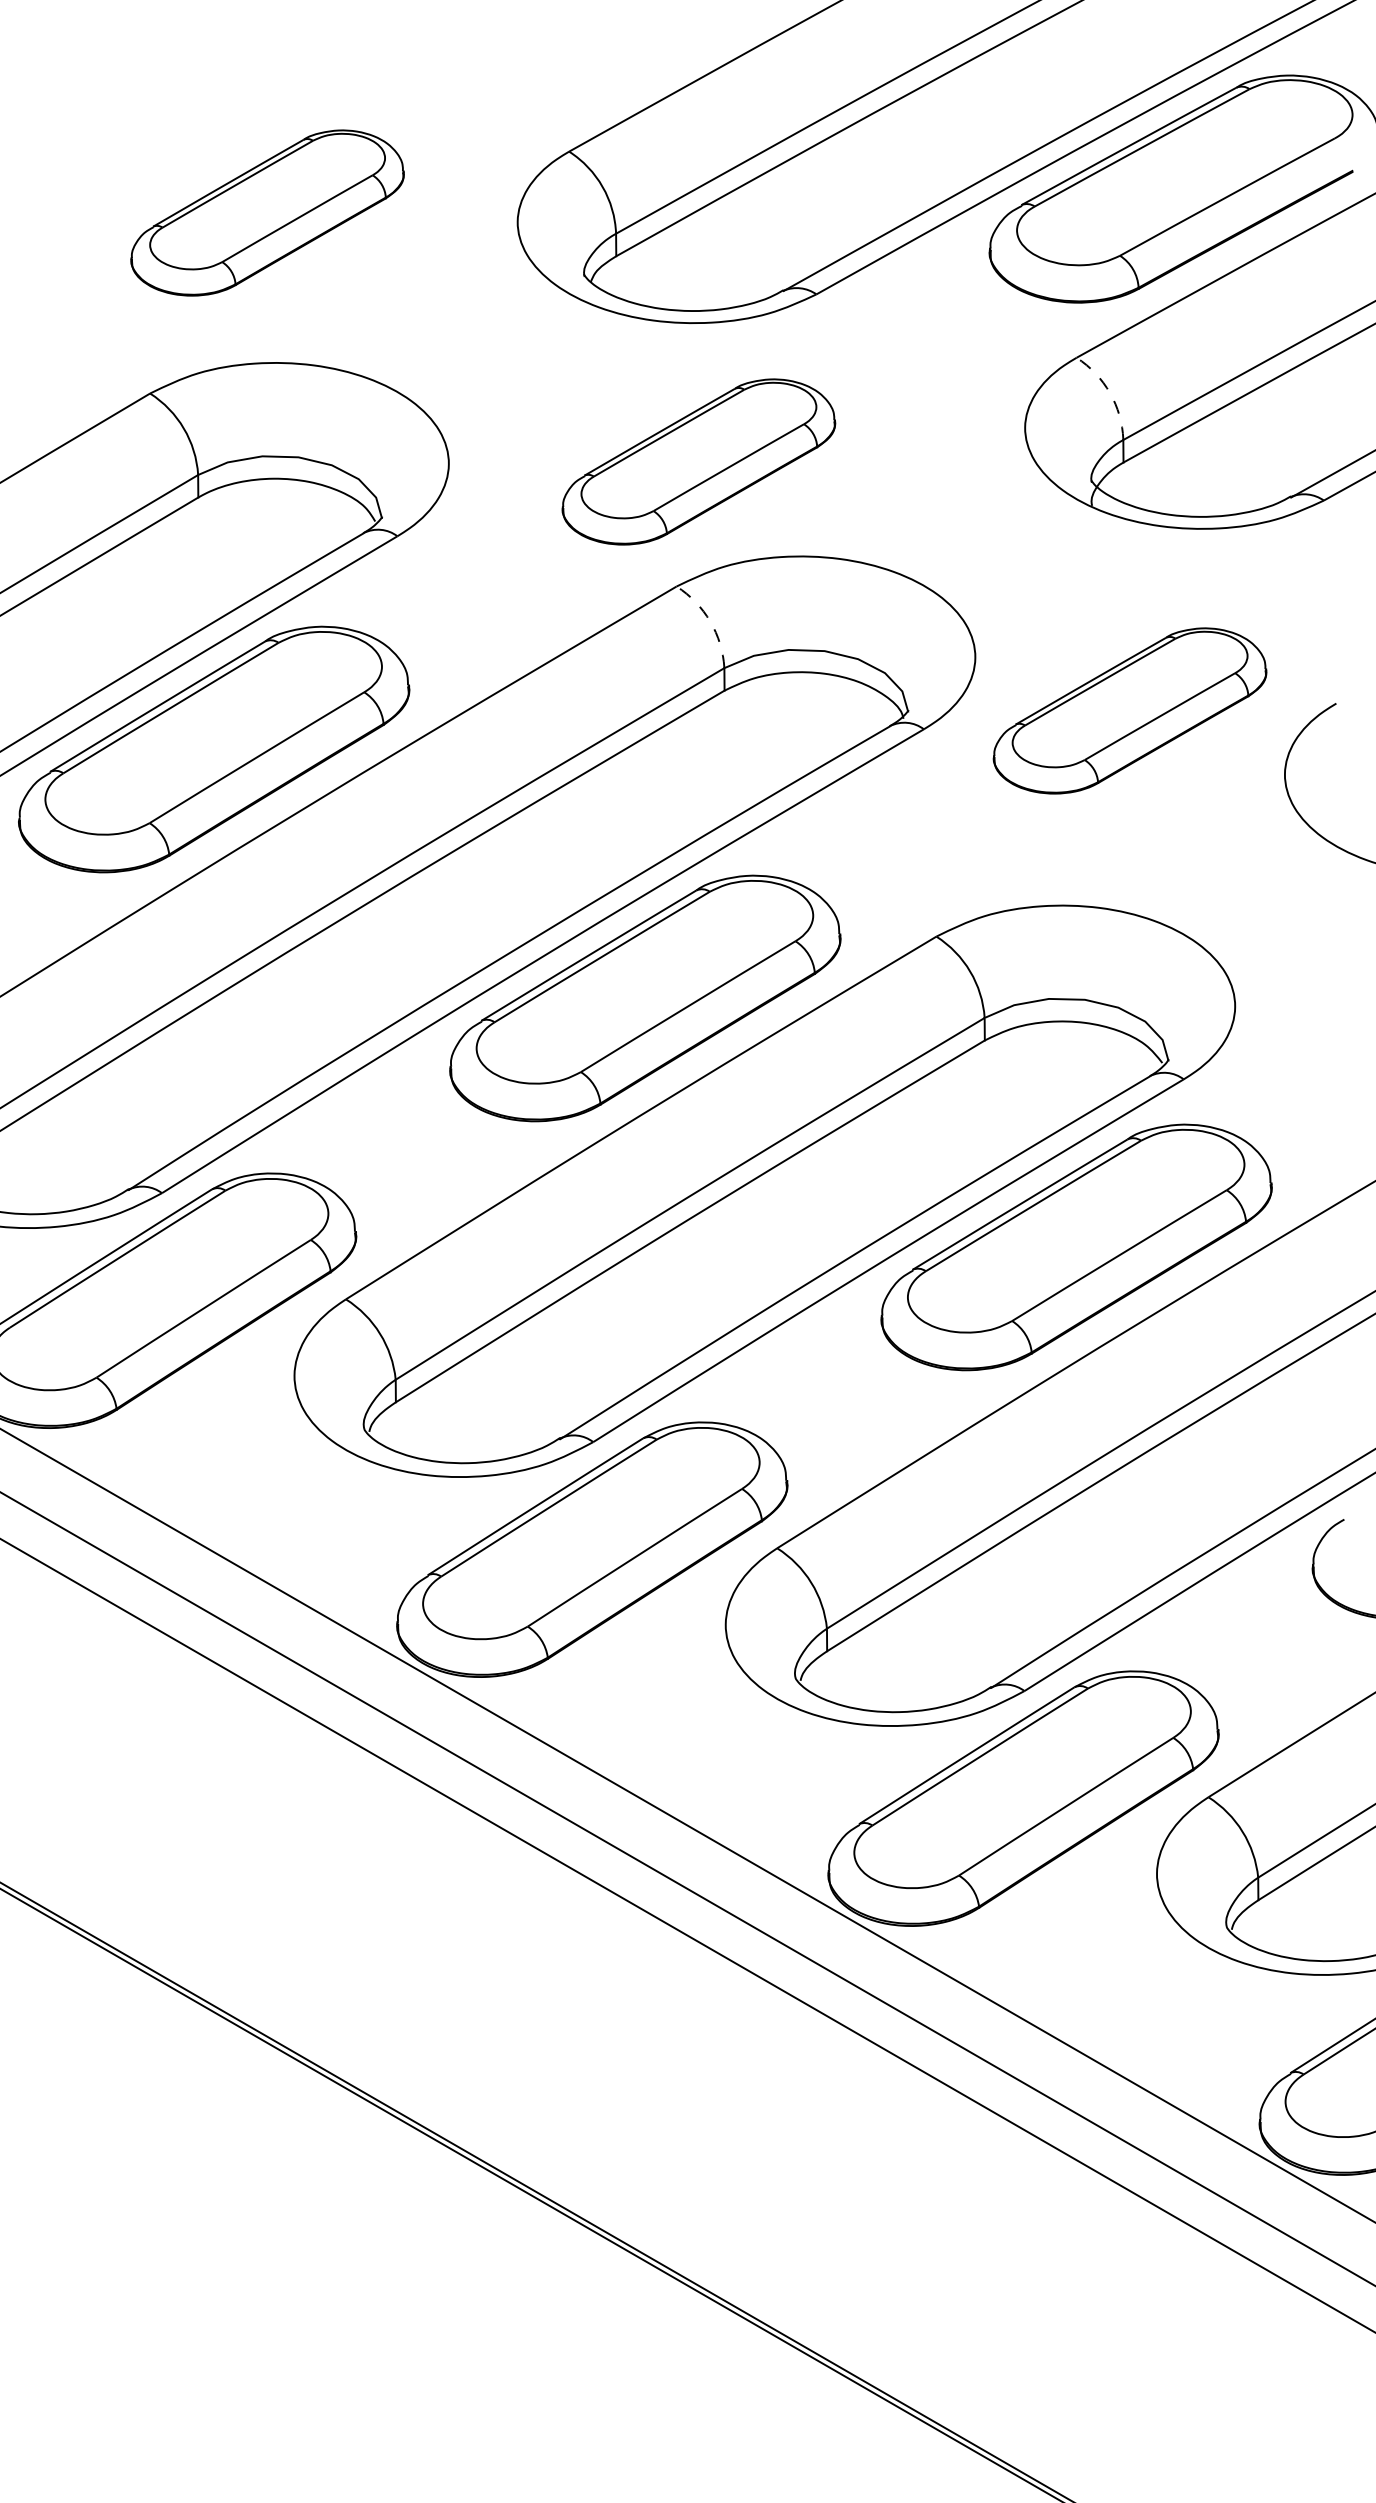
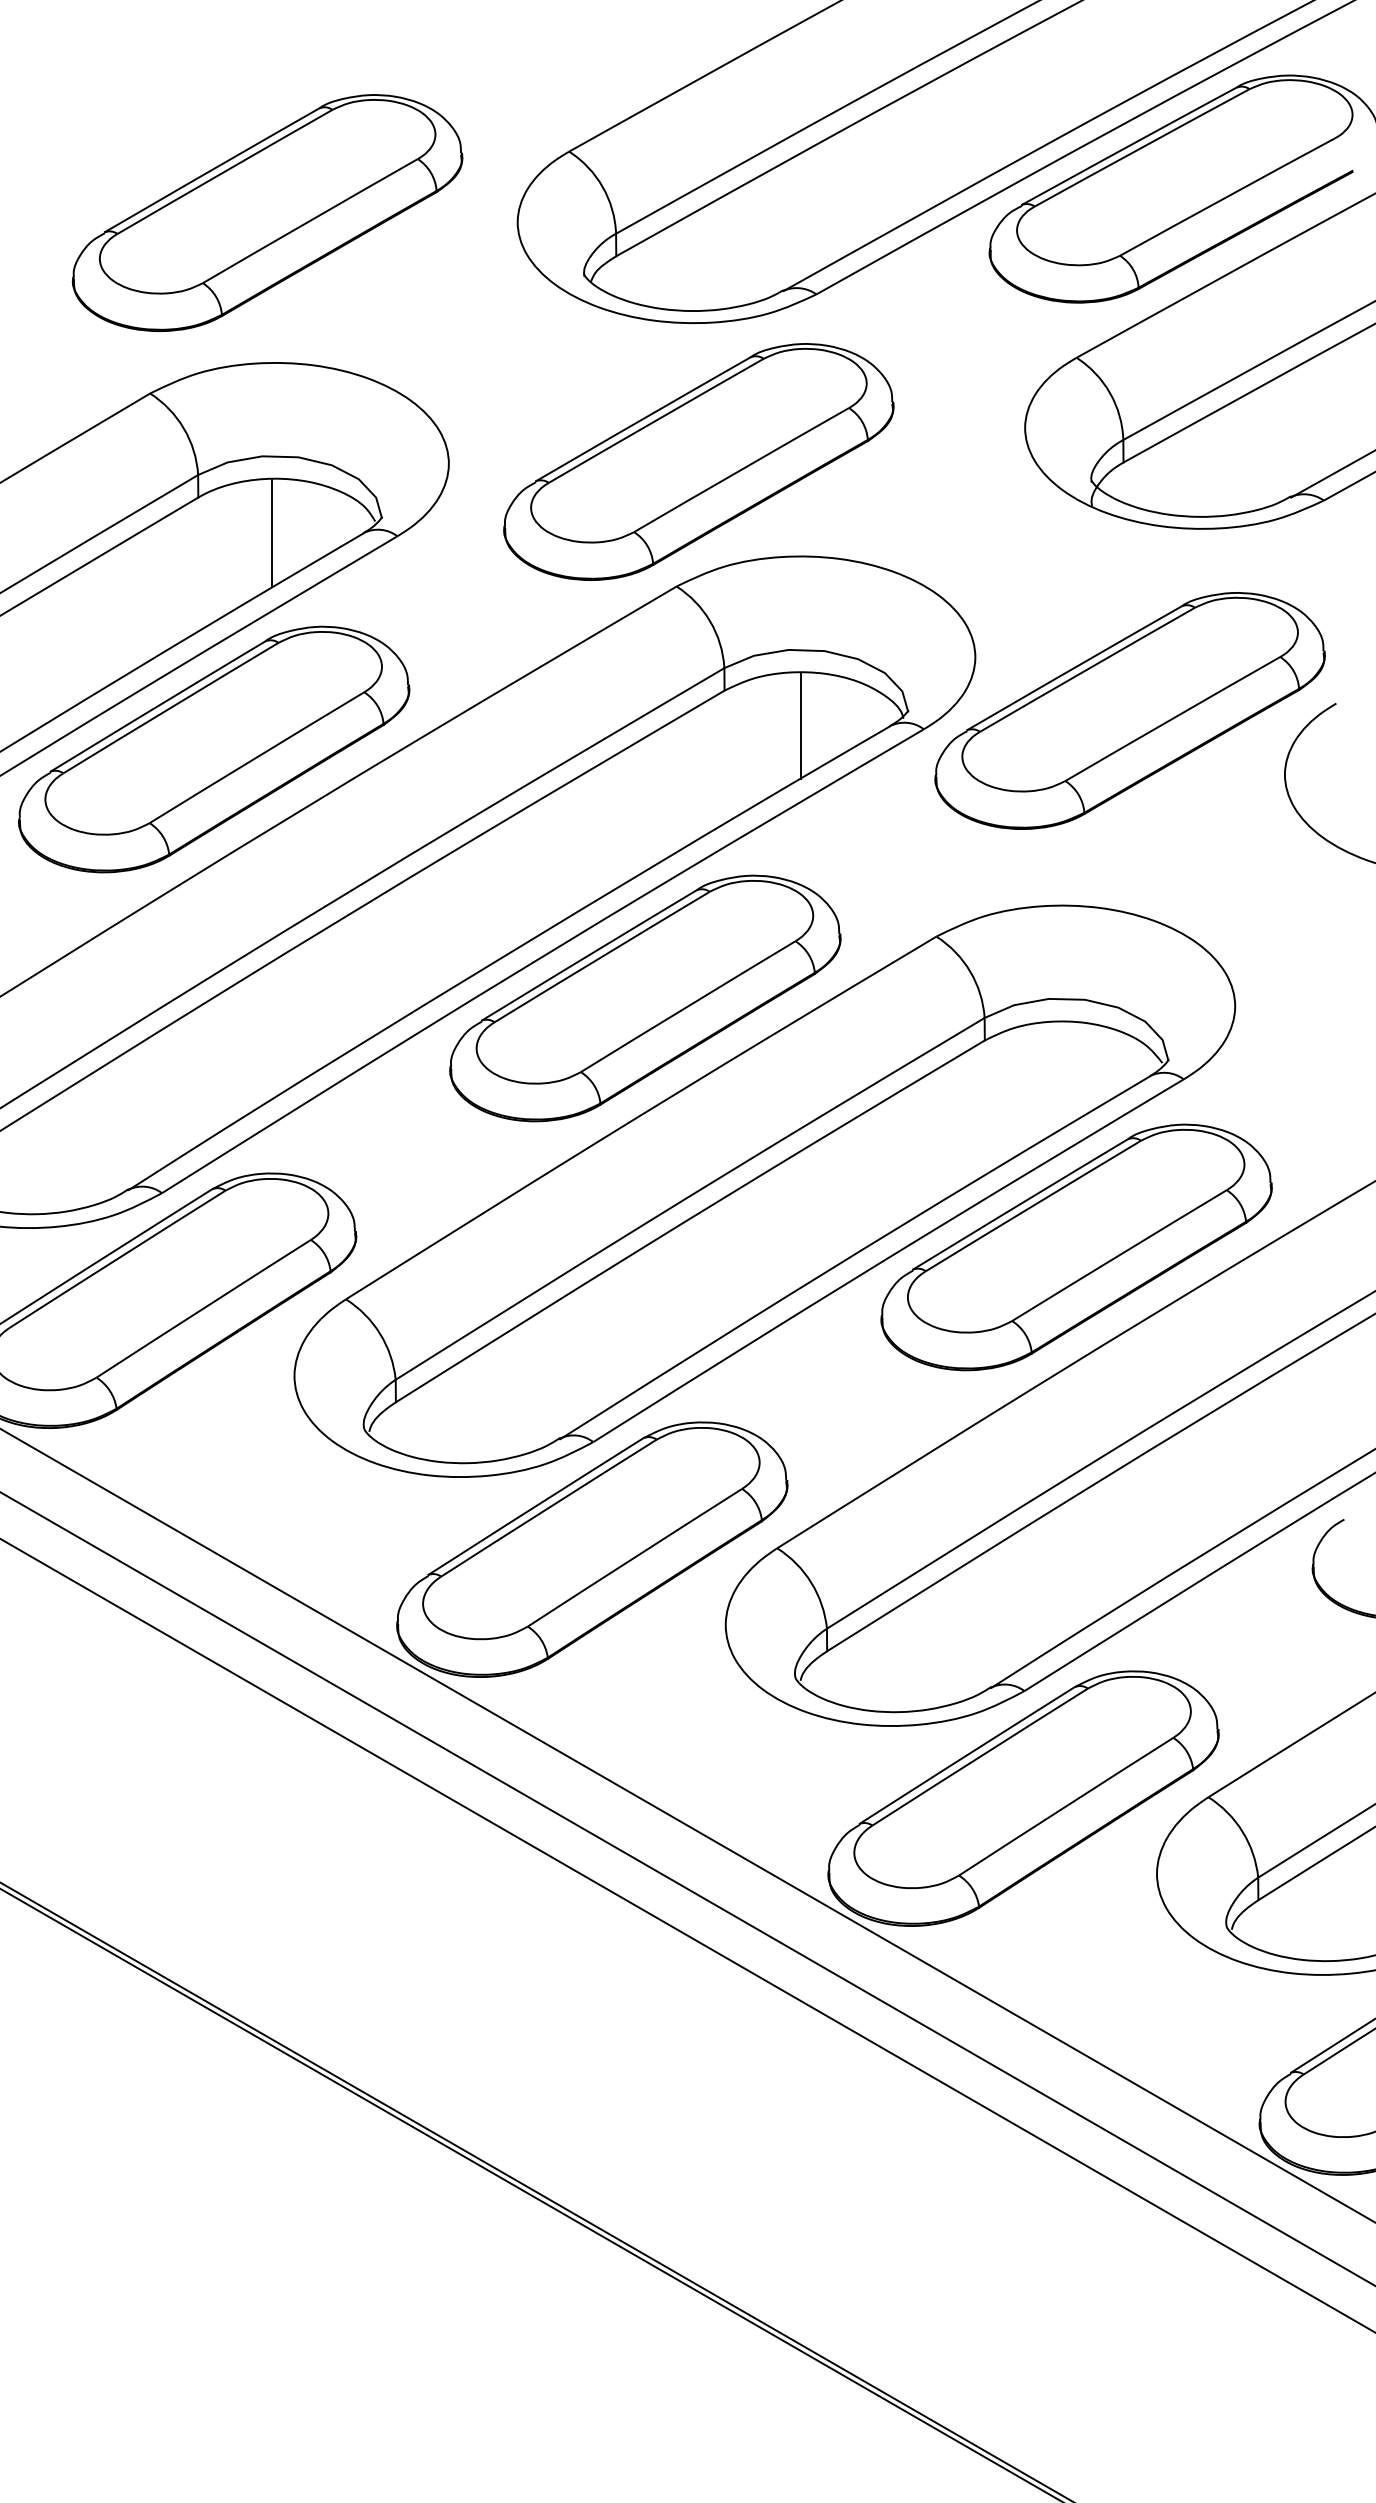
part at (267, 212) size: 275x168 px -> 393x238 px
arc at (1110, 393): dashed -> solid
part at (698, 461) size: 276x168 px -> 392x238 px
line at (272, 532): none -> present
arc at (710, 621): dashed -> solid
part at (1129, 710) size: 276x168 px -> 392x238 px
line at (800, 725): none -> present
